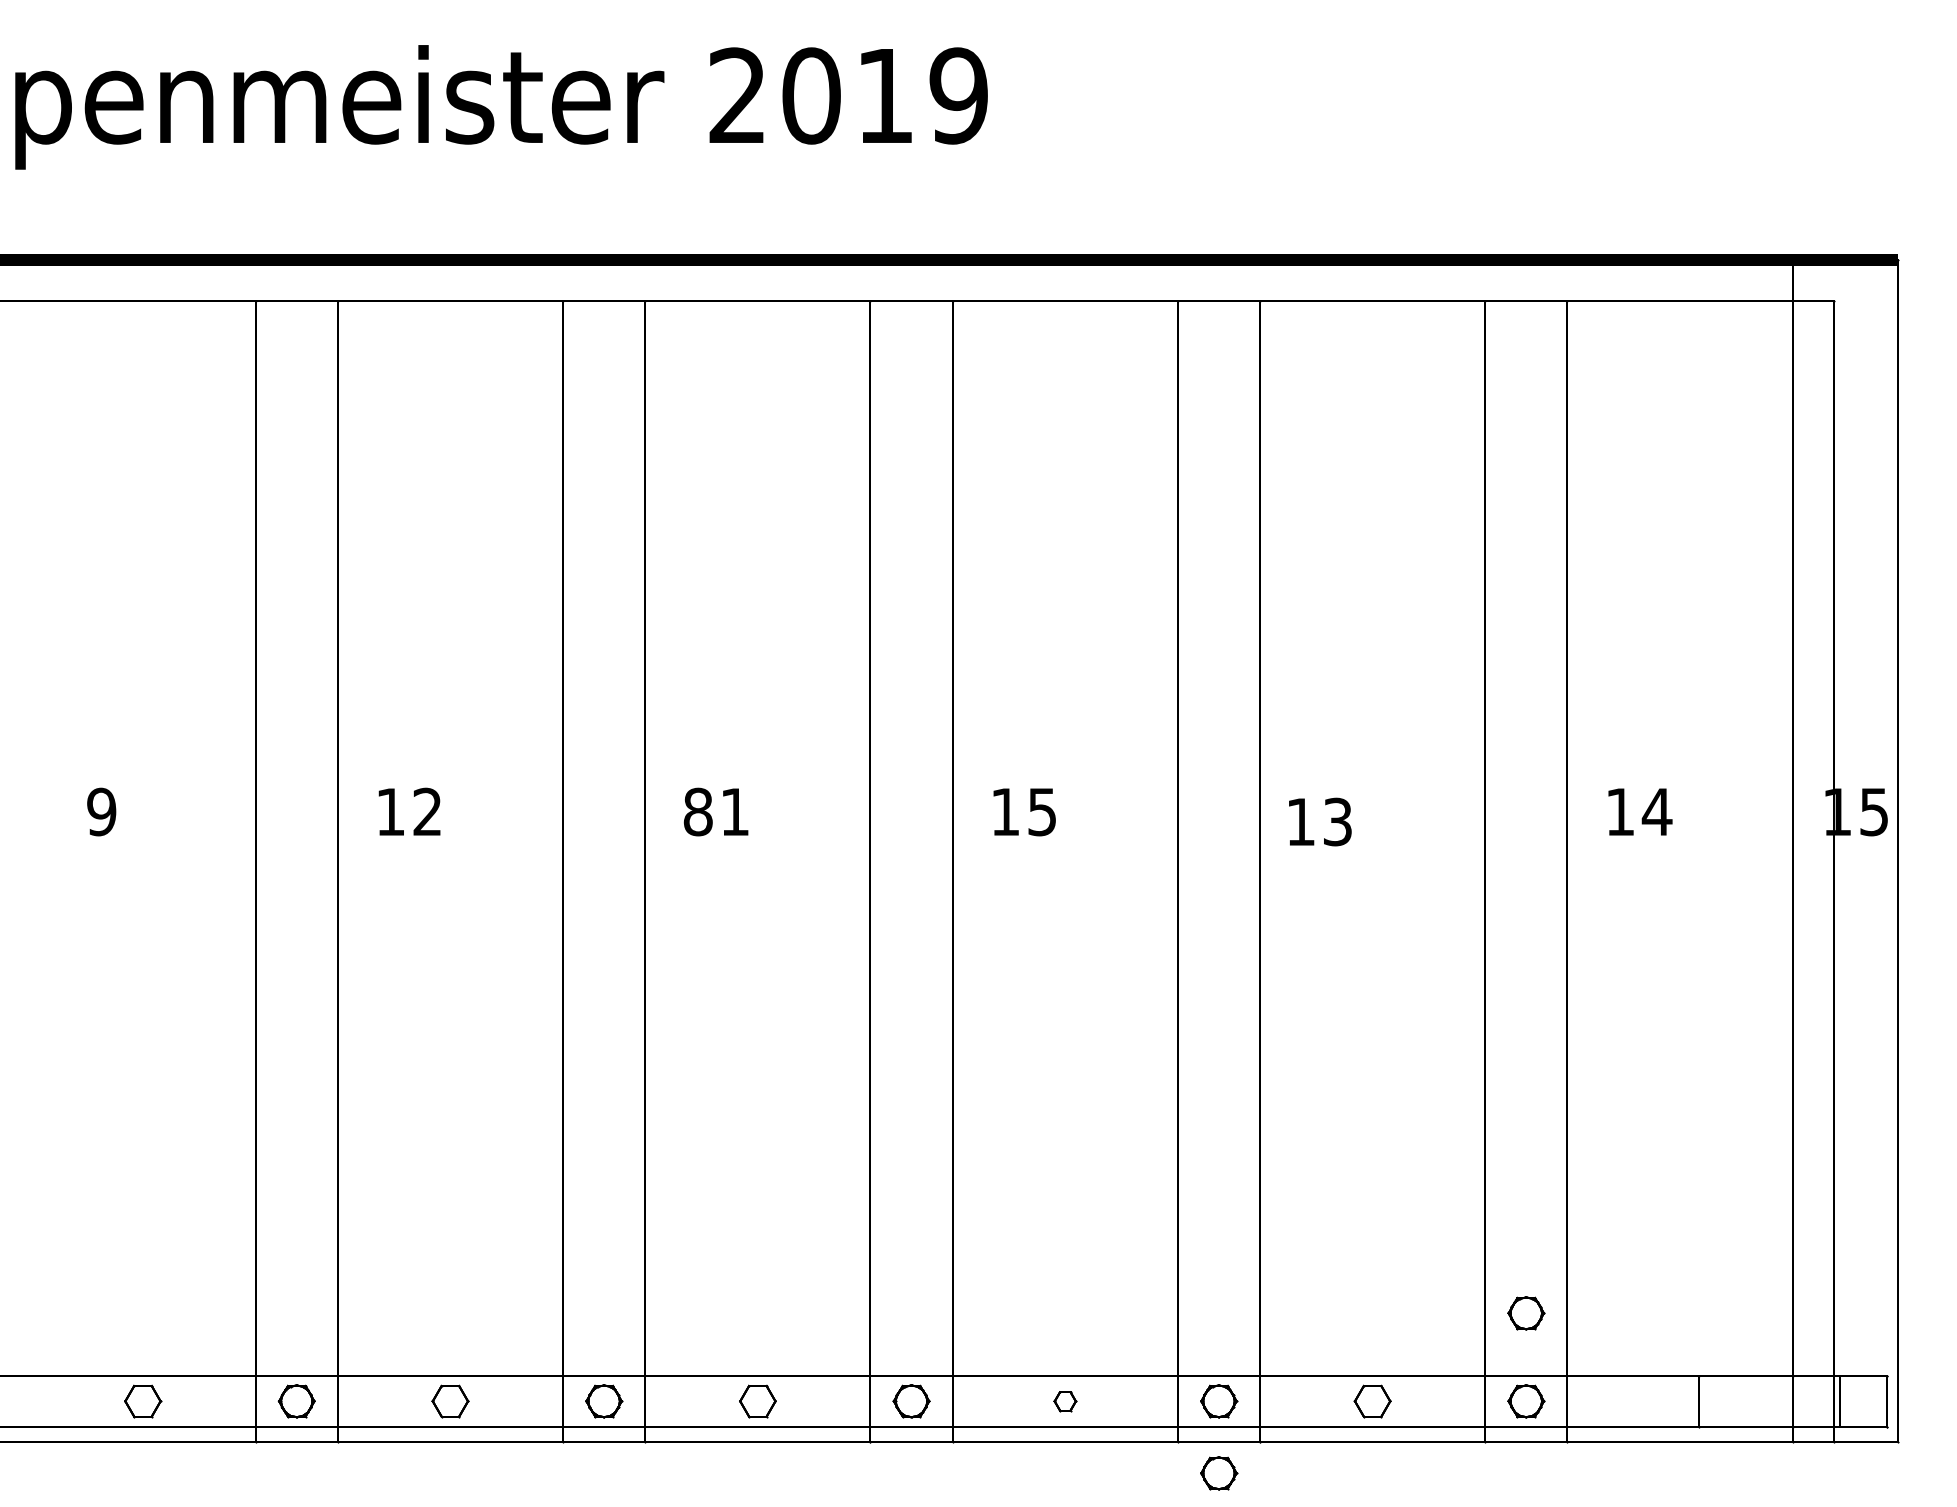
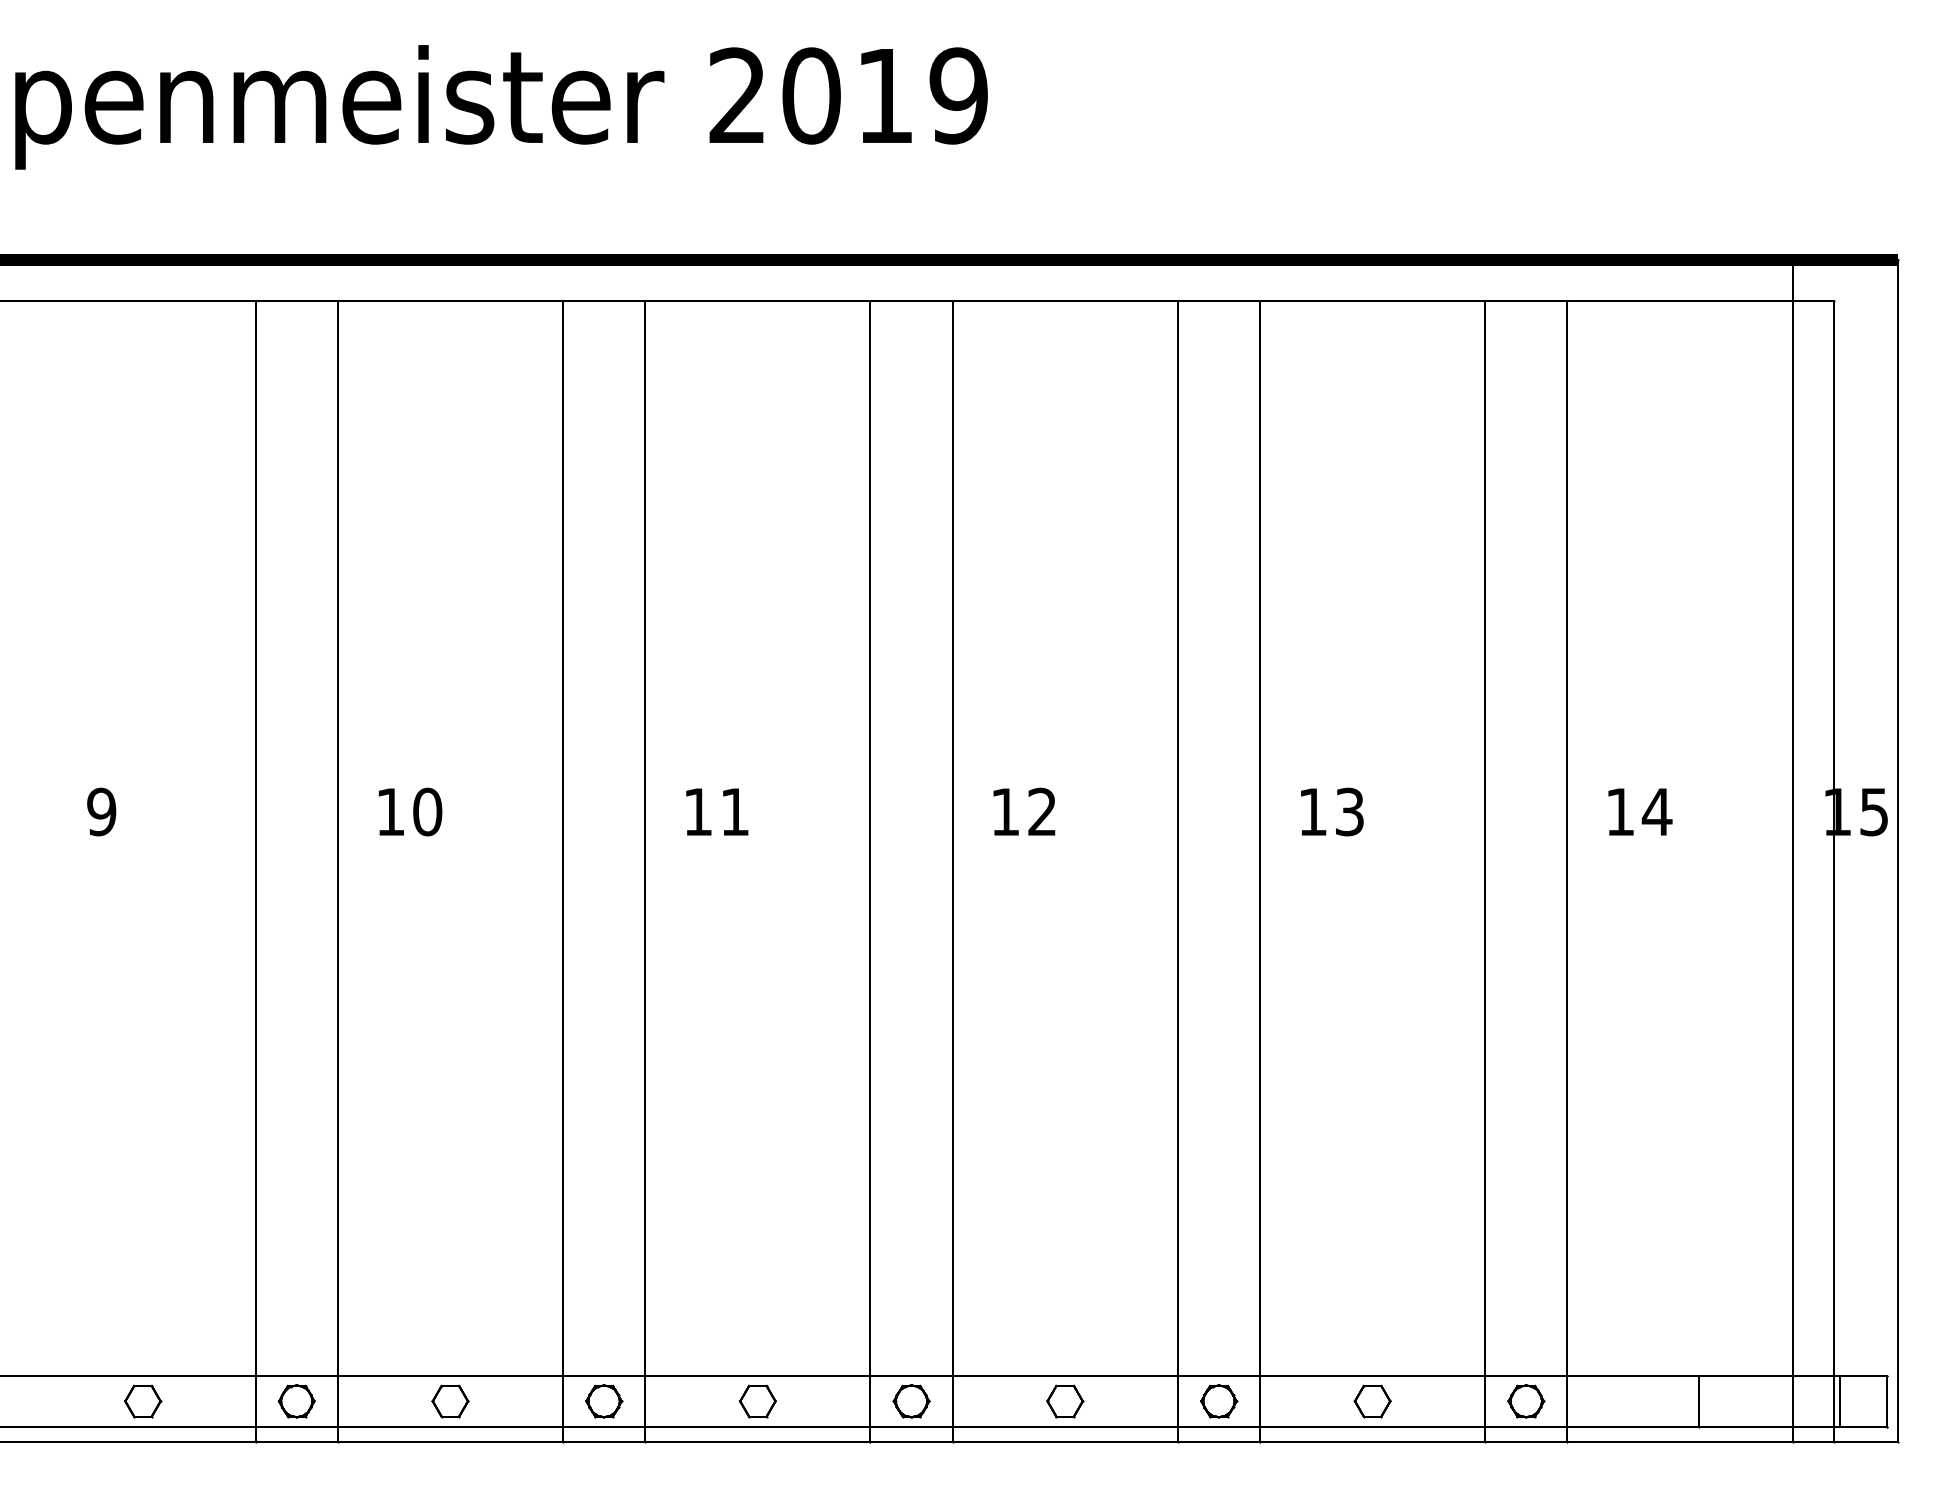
text at (427, 811): 12 -> 10
text at (697, 811): 81 -> 11
text at (1041, 811): 15 -> 12
text at (1320, 821) position: (1320, 821) -> (1332, 811)
part at (1526, 1313): present -> none
part at (1065, 1401) size: 25x22 px -> 39x35 px
part at (1219, 1473): present -> none
